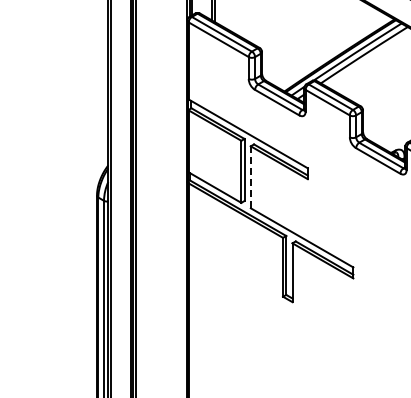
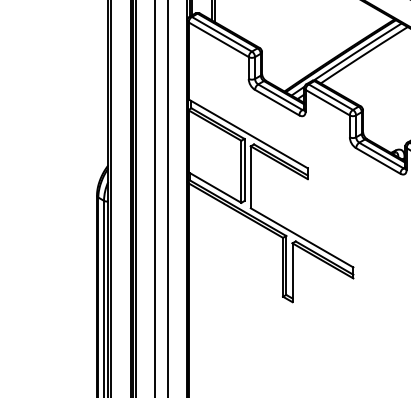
line at (250, 177): dashed -> solid
line at (155, 198): none -> present
line at (167, 198): none -> present
